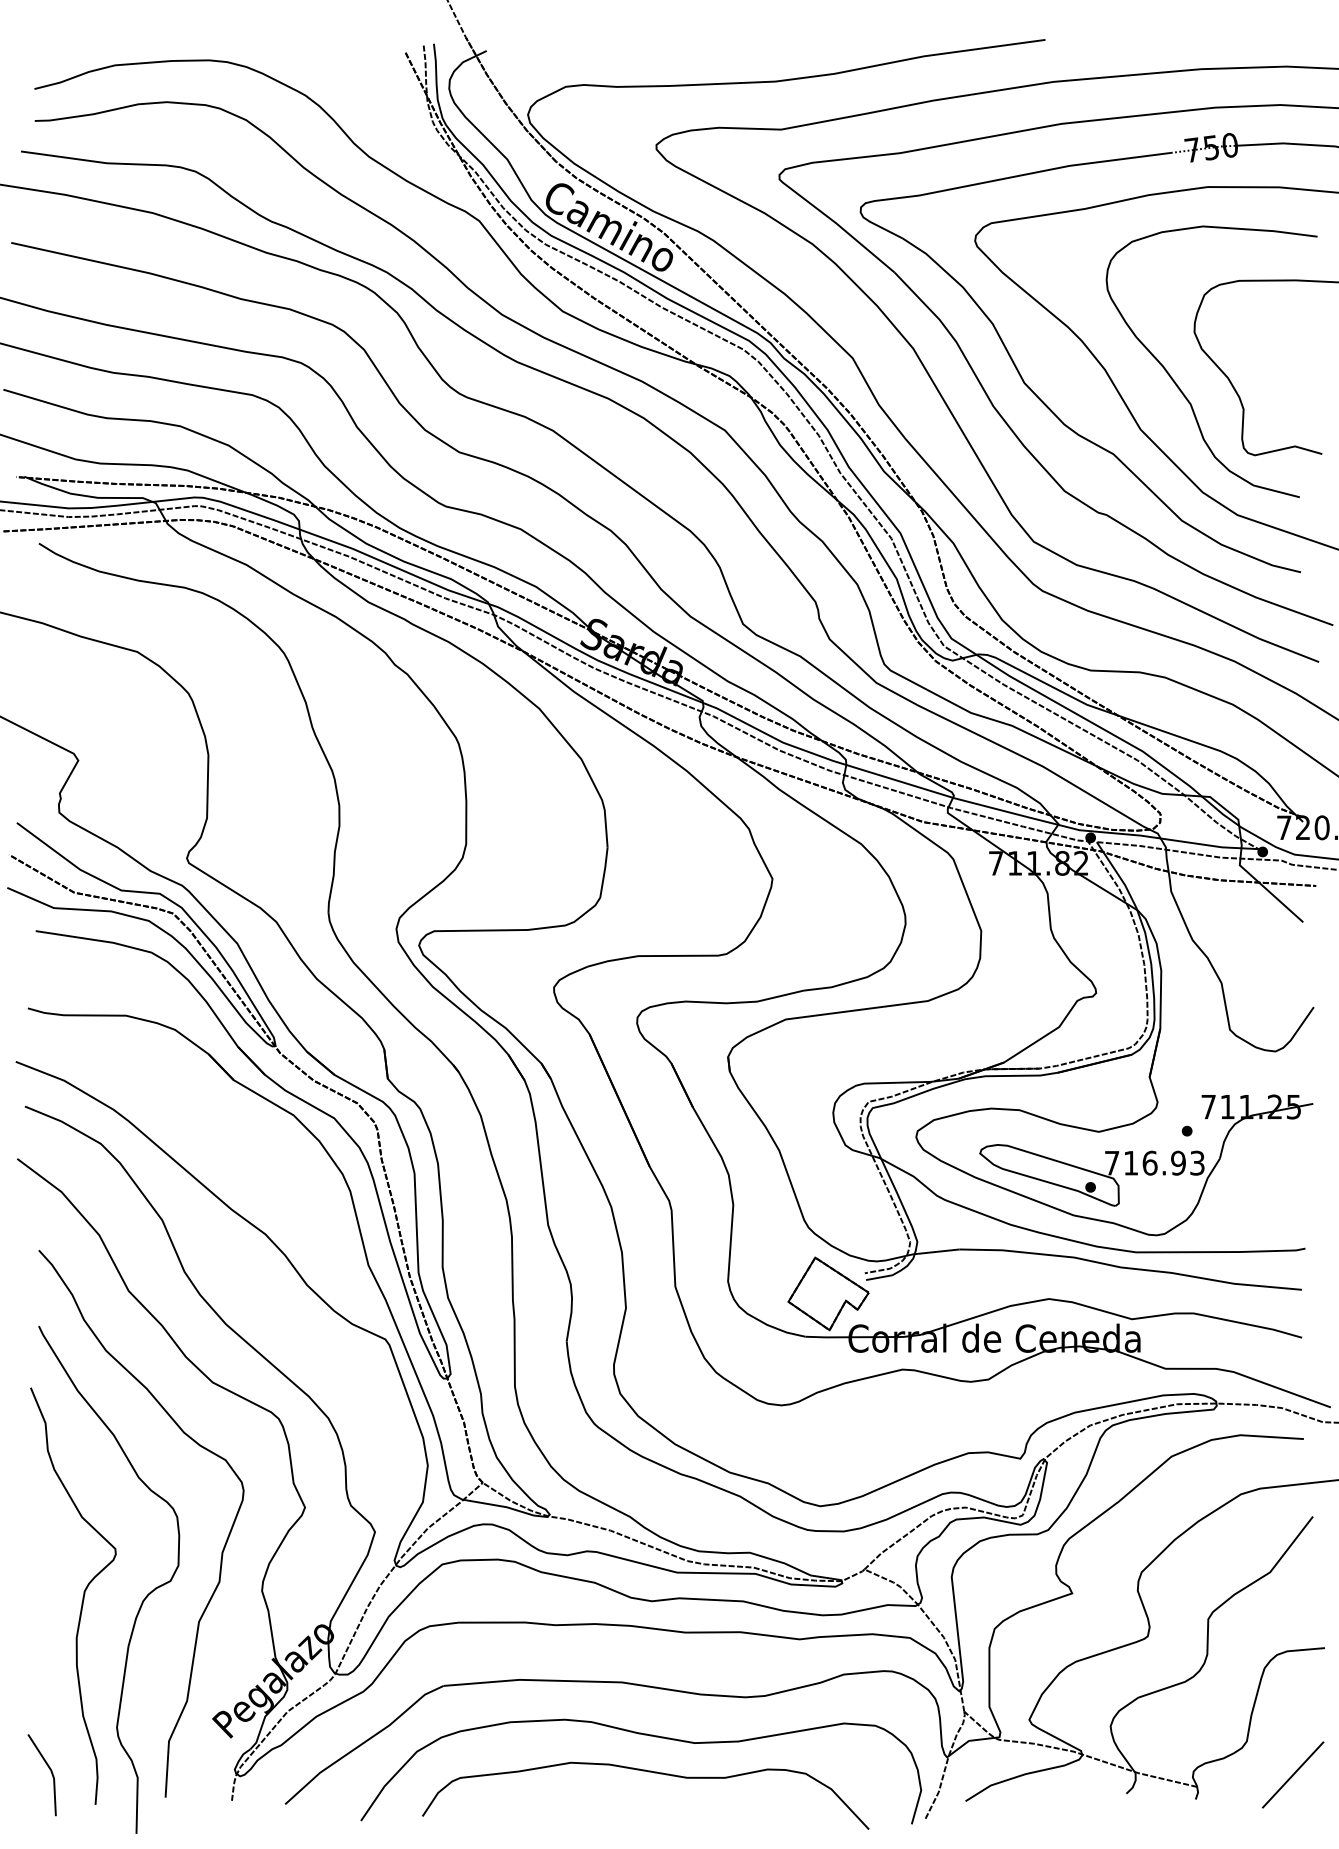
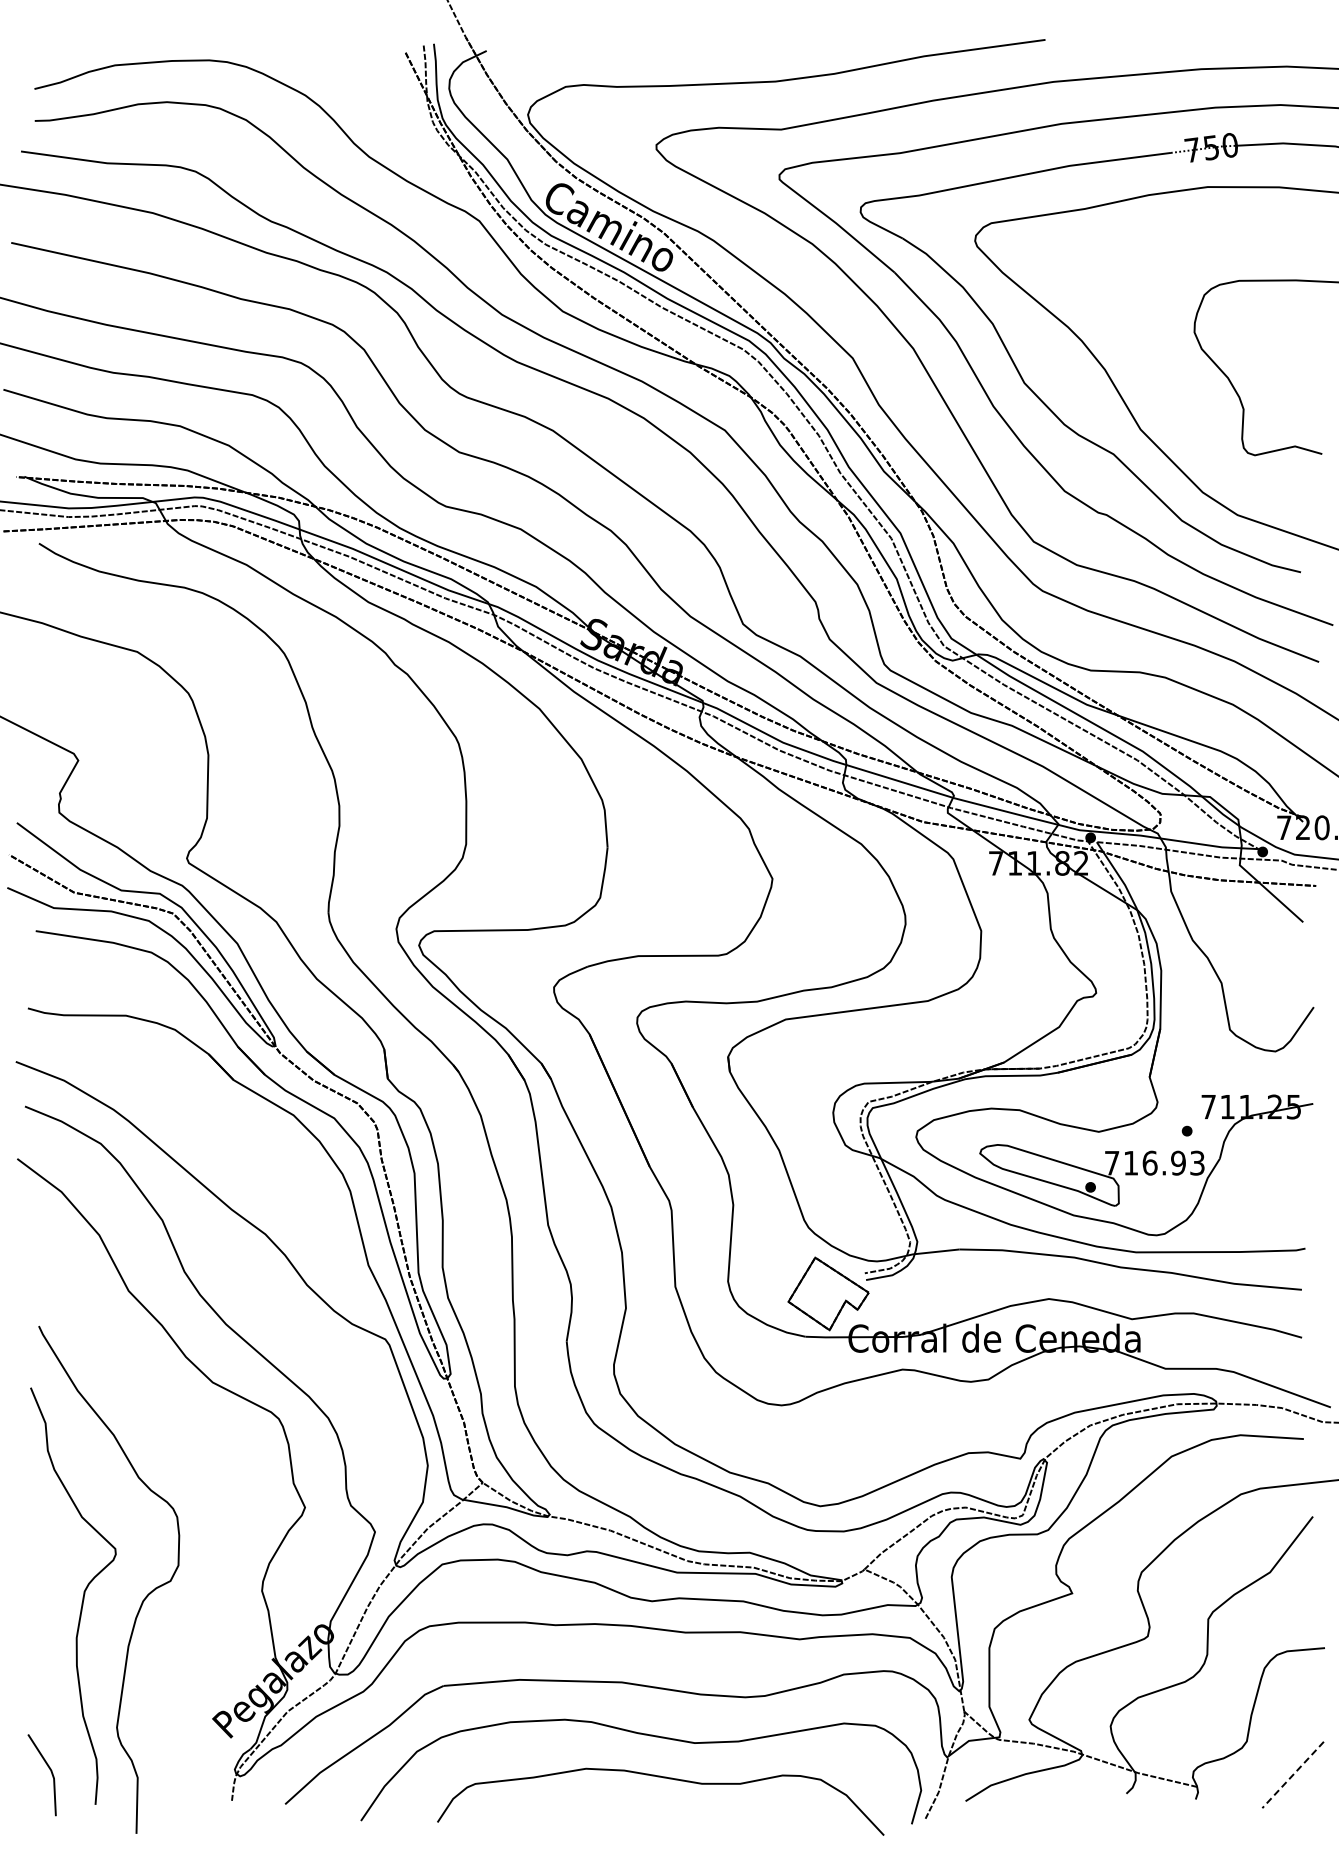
curve at (1178, 385): present -> none
curve at (222, 1549): present -> none
curve at (648, 1772) position: (648, 1772) -> (663, 1778)
line at (1292, 1775): solid -> dashed
